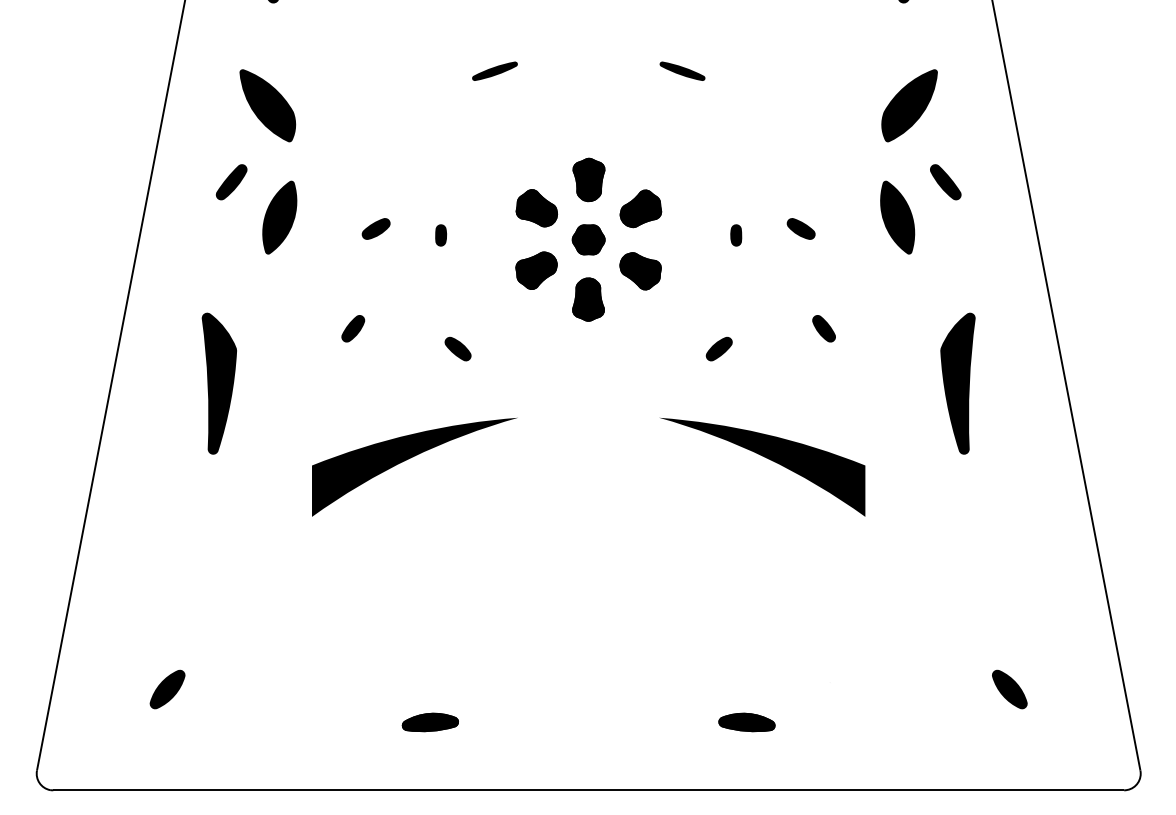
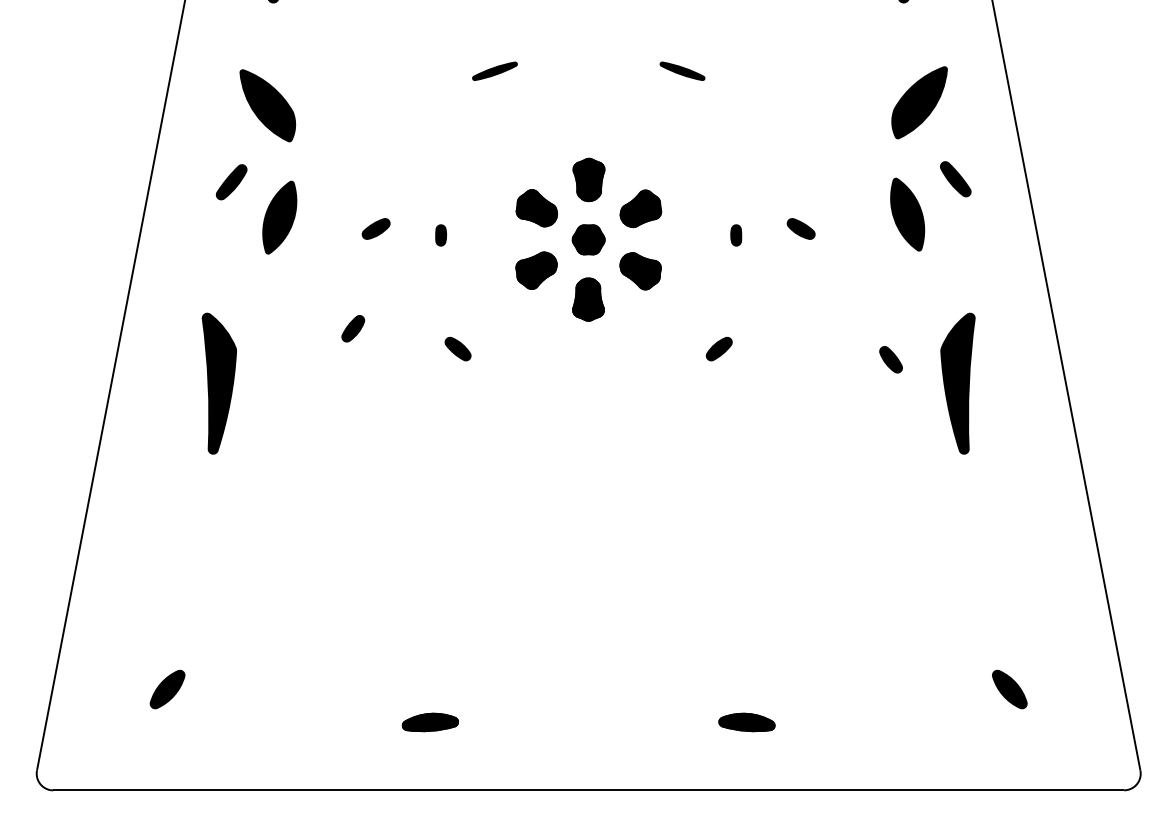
part at (930, 167) position: (930, 167) -> (940, 164)
part at (823, 328) position: (823, 328) -> (890, 359)
fill at (415, 466): present -> none
fill at (761, 466): present -> none
